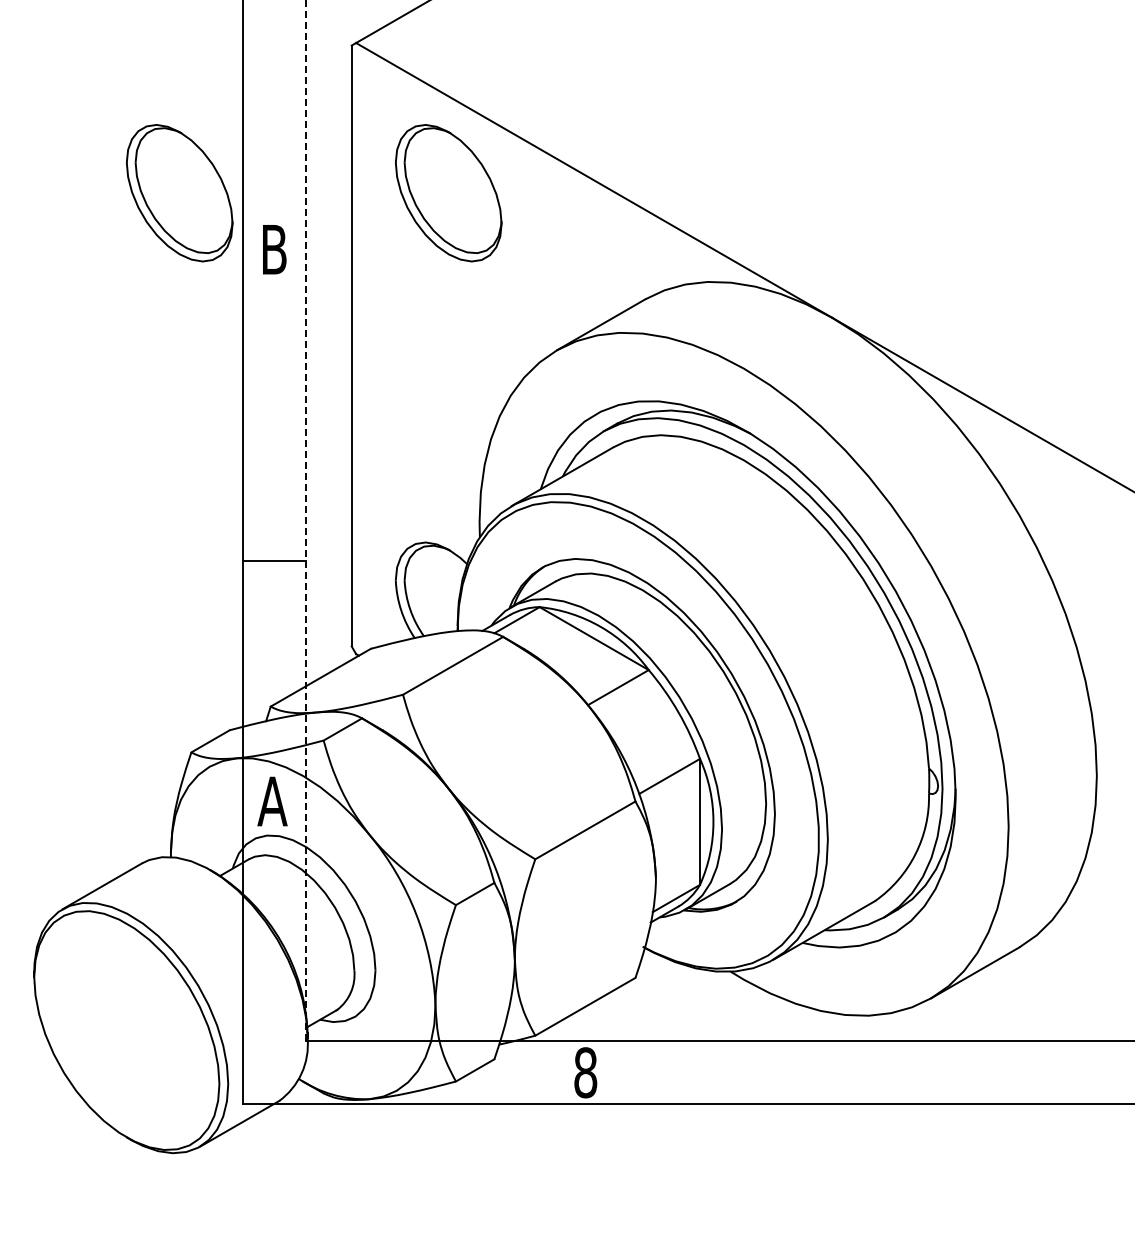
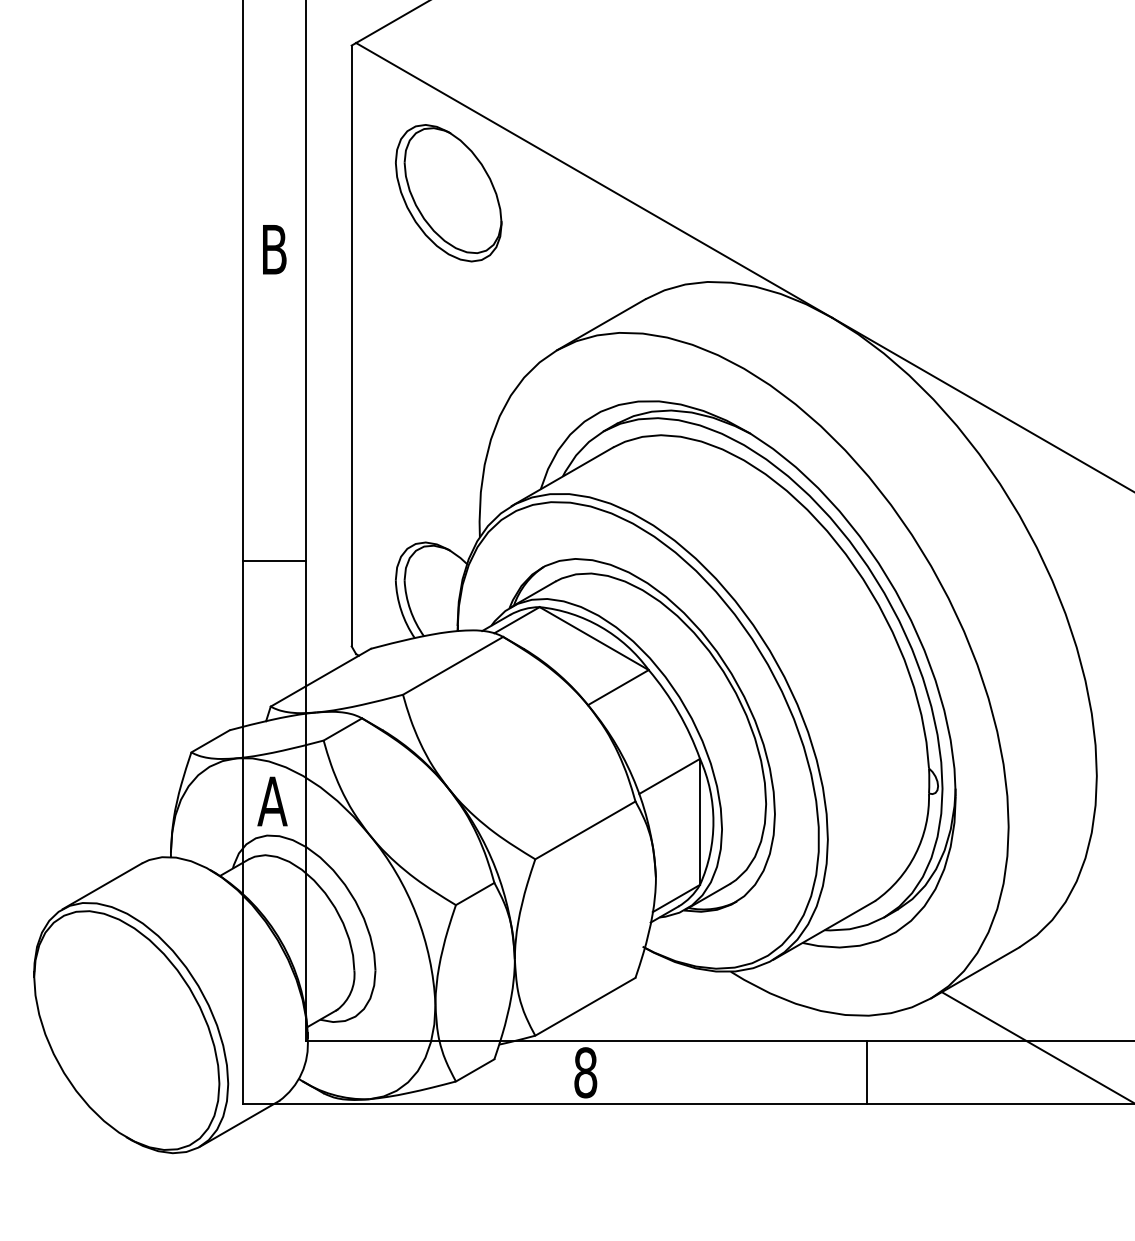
part at (179, 193): present -> none
line at (305, 520): dashed -> solid
line at (1036, 1046): none -> present
line at (866, 1072): none -> present
